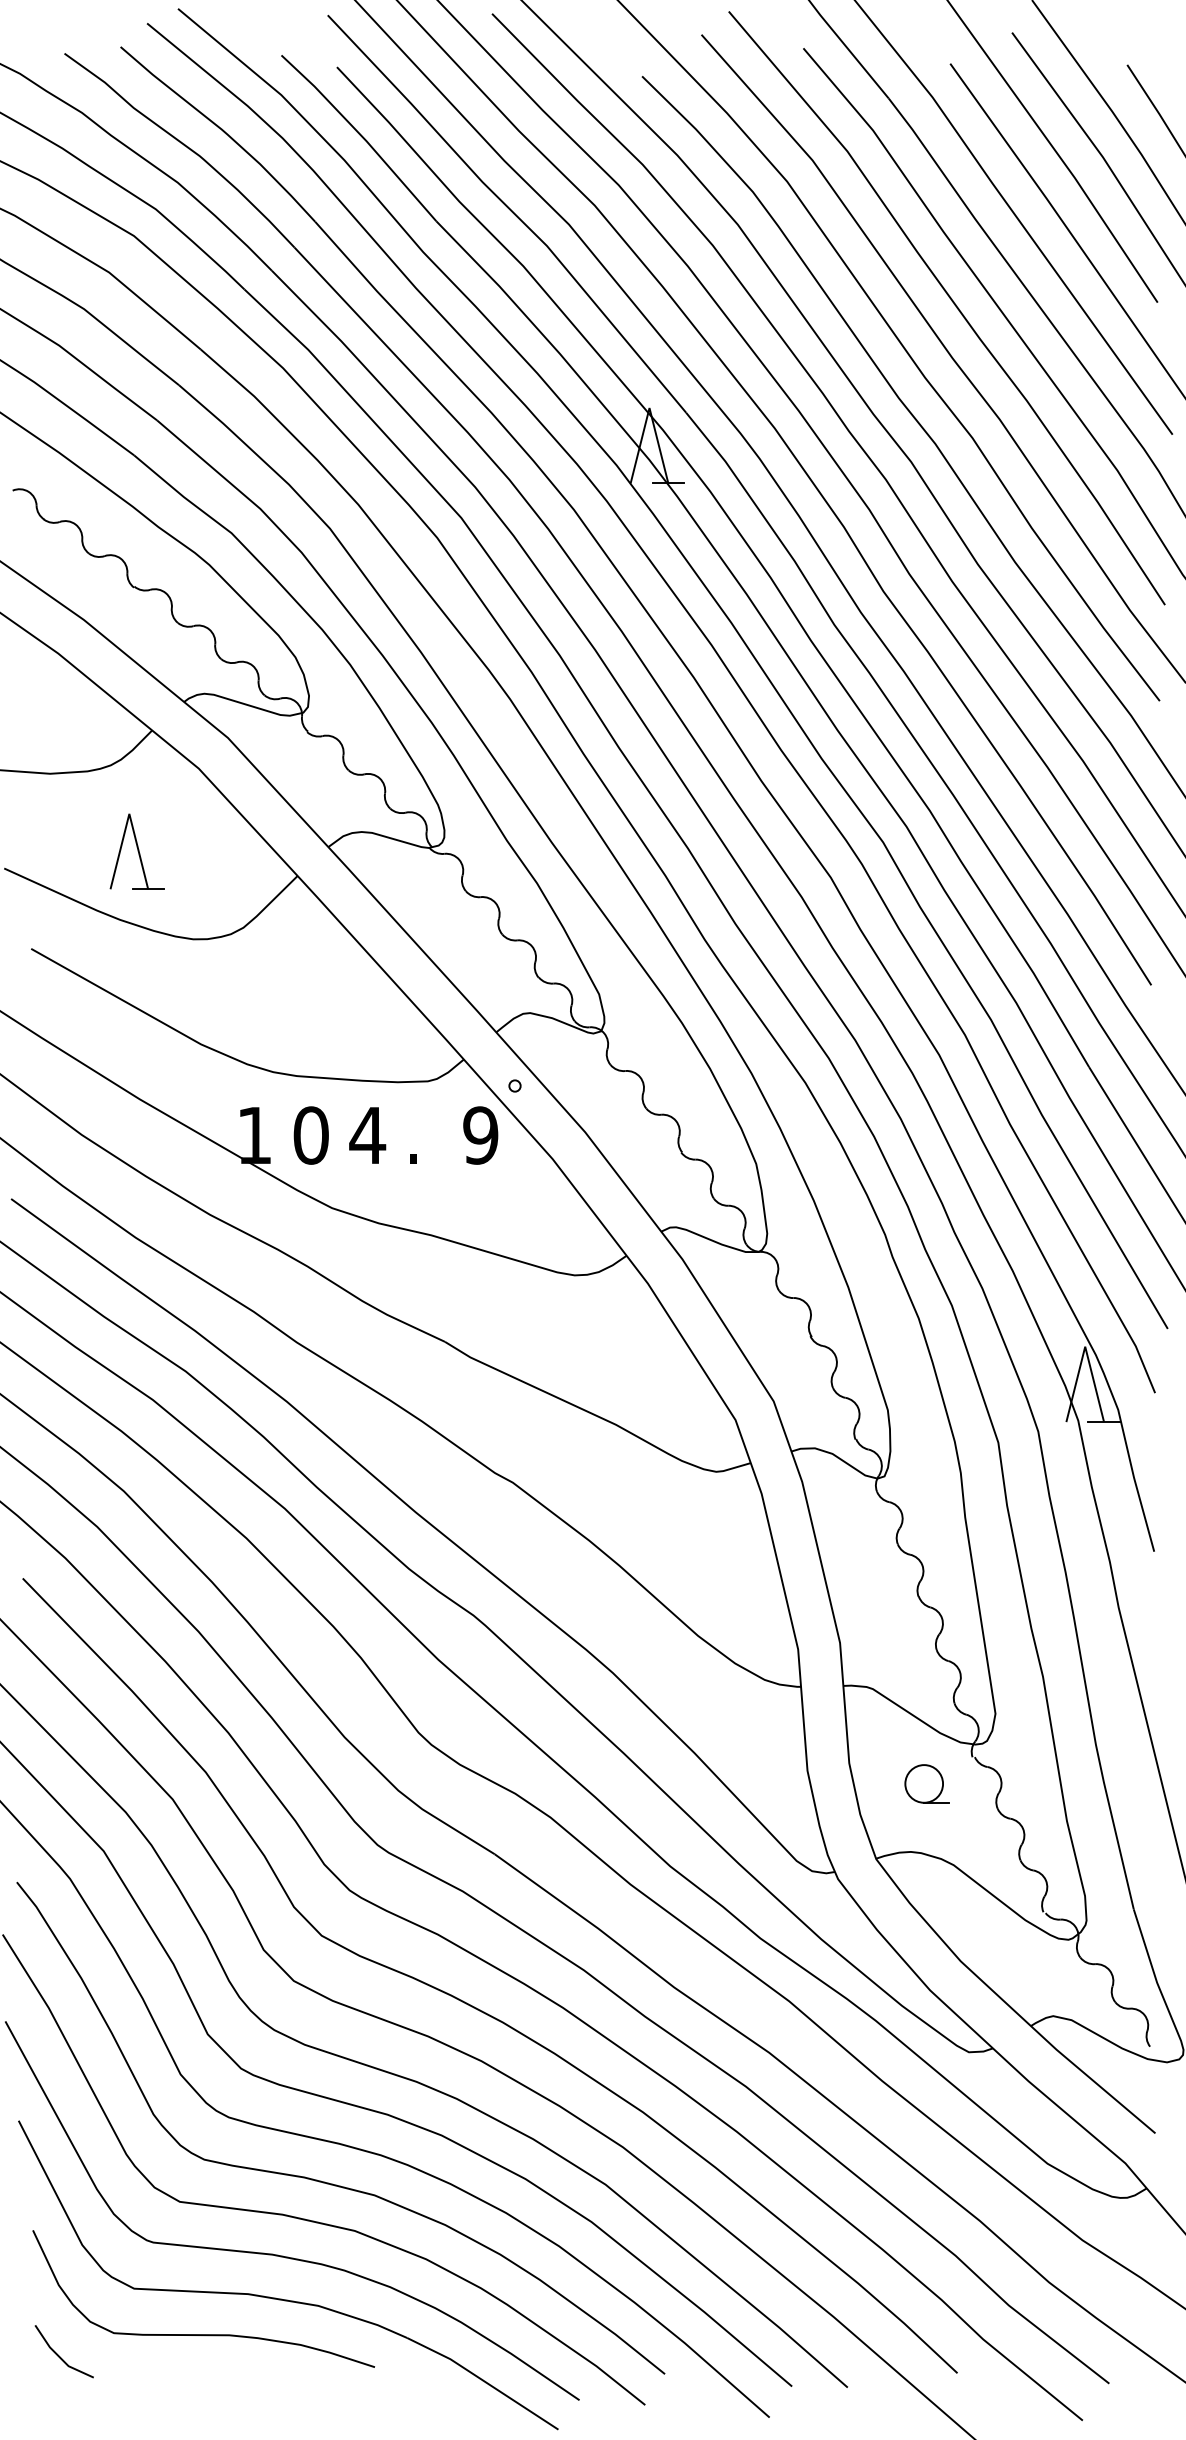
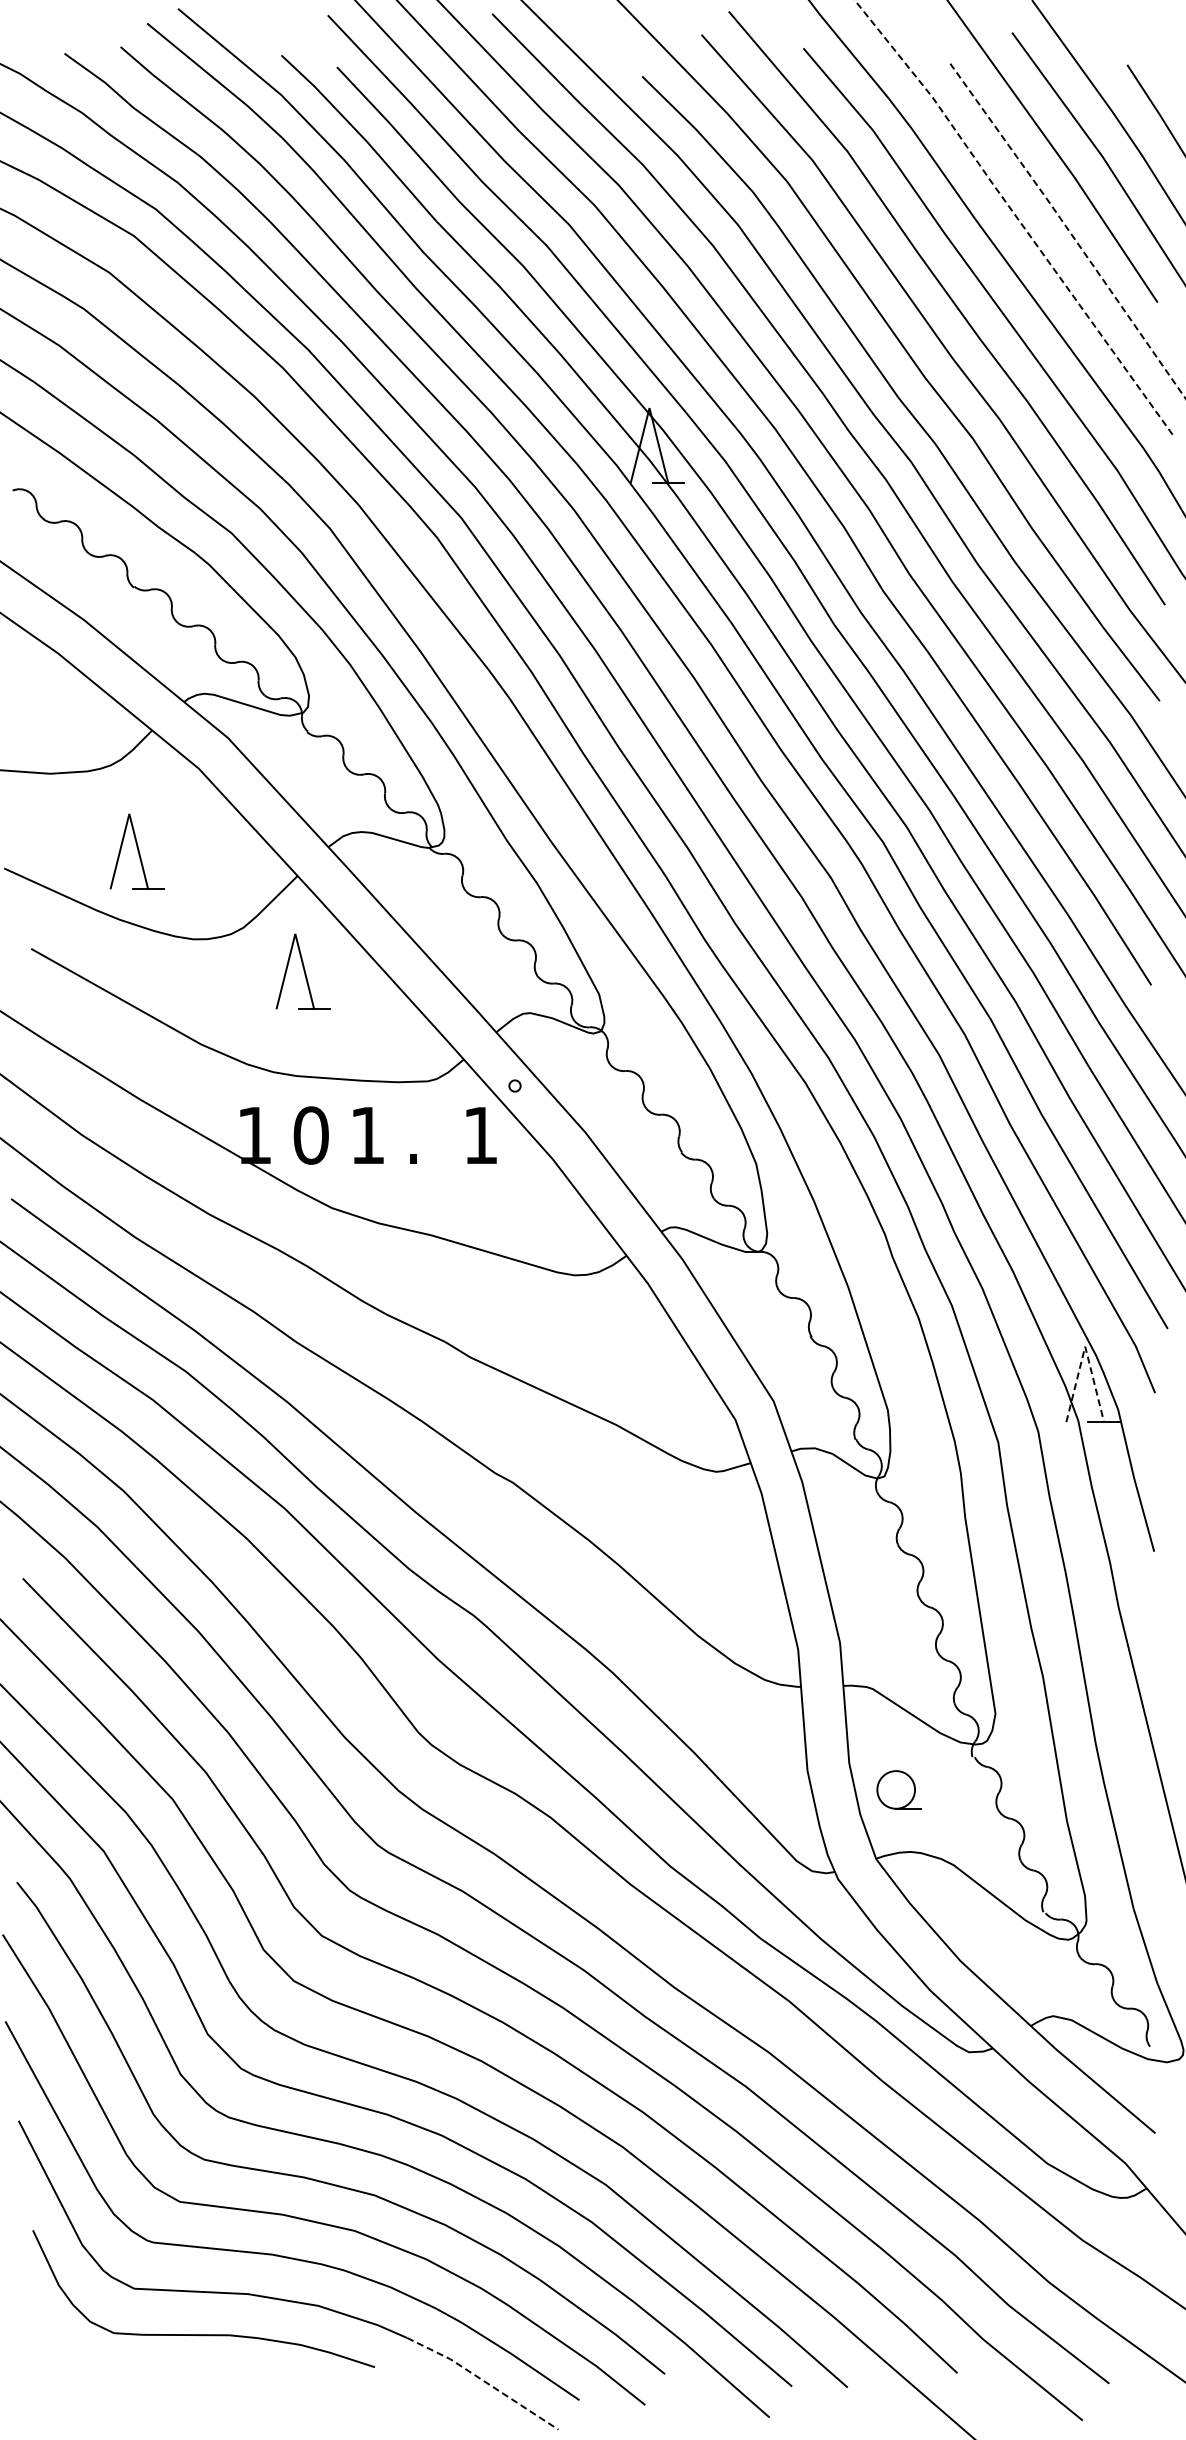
line at (1015, 214): solid -> dashed
line at (1068, 229): solid -> dashed
part at (302, 971): none -> present
text at (367, 1135): 4 -> 1
text at (480, 1135): 9 -> 1
line at (1085, 1346): solid -> dashed
part at (926, 1783) position: (926, 1783) -> (898, 1789)
line at (59, 2355): present -> none
line at (483, 2381): solid -> dashed
